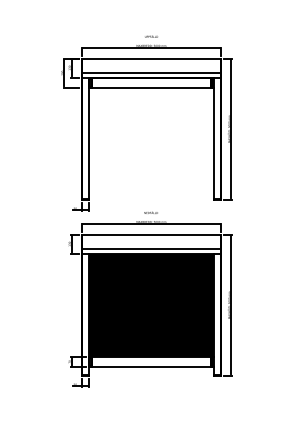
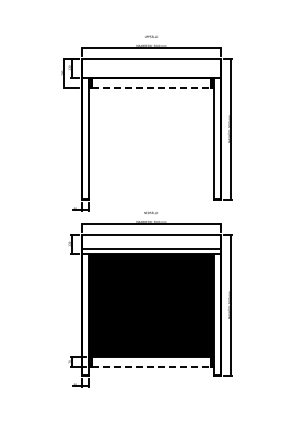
line at (151, 73): present -> none
line at (151, 87): solid -> dashed
line at (151, 366): solid -> dashed
